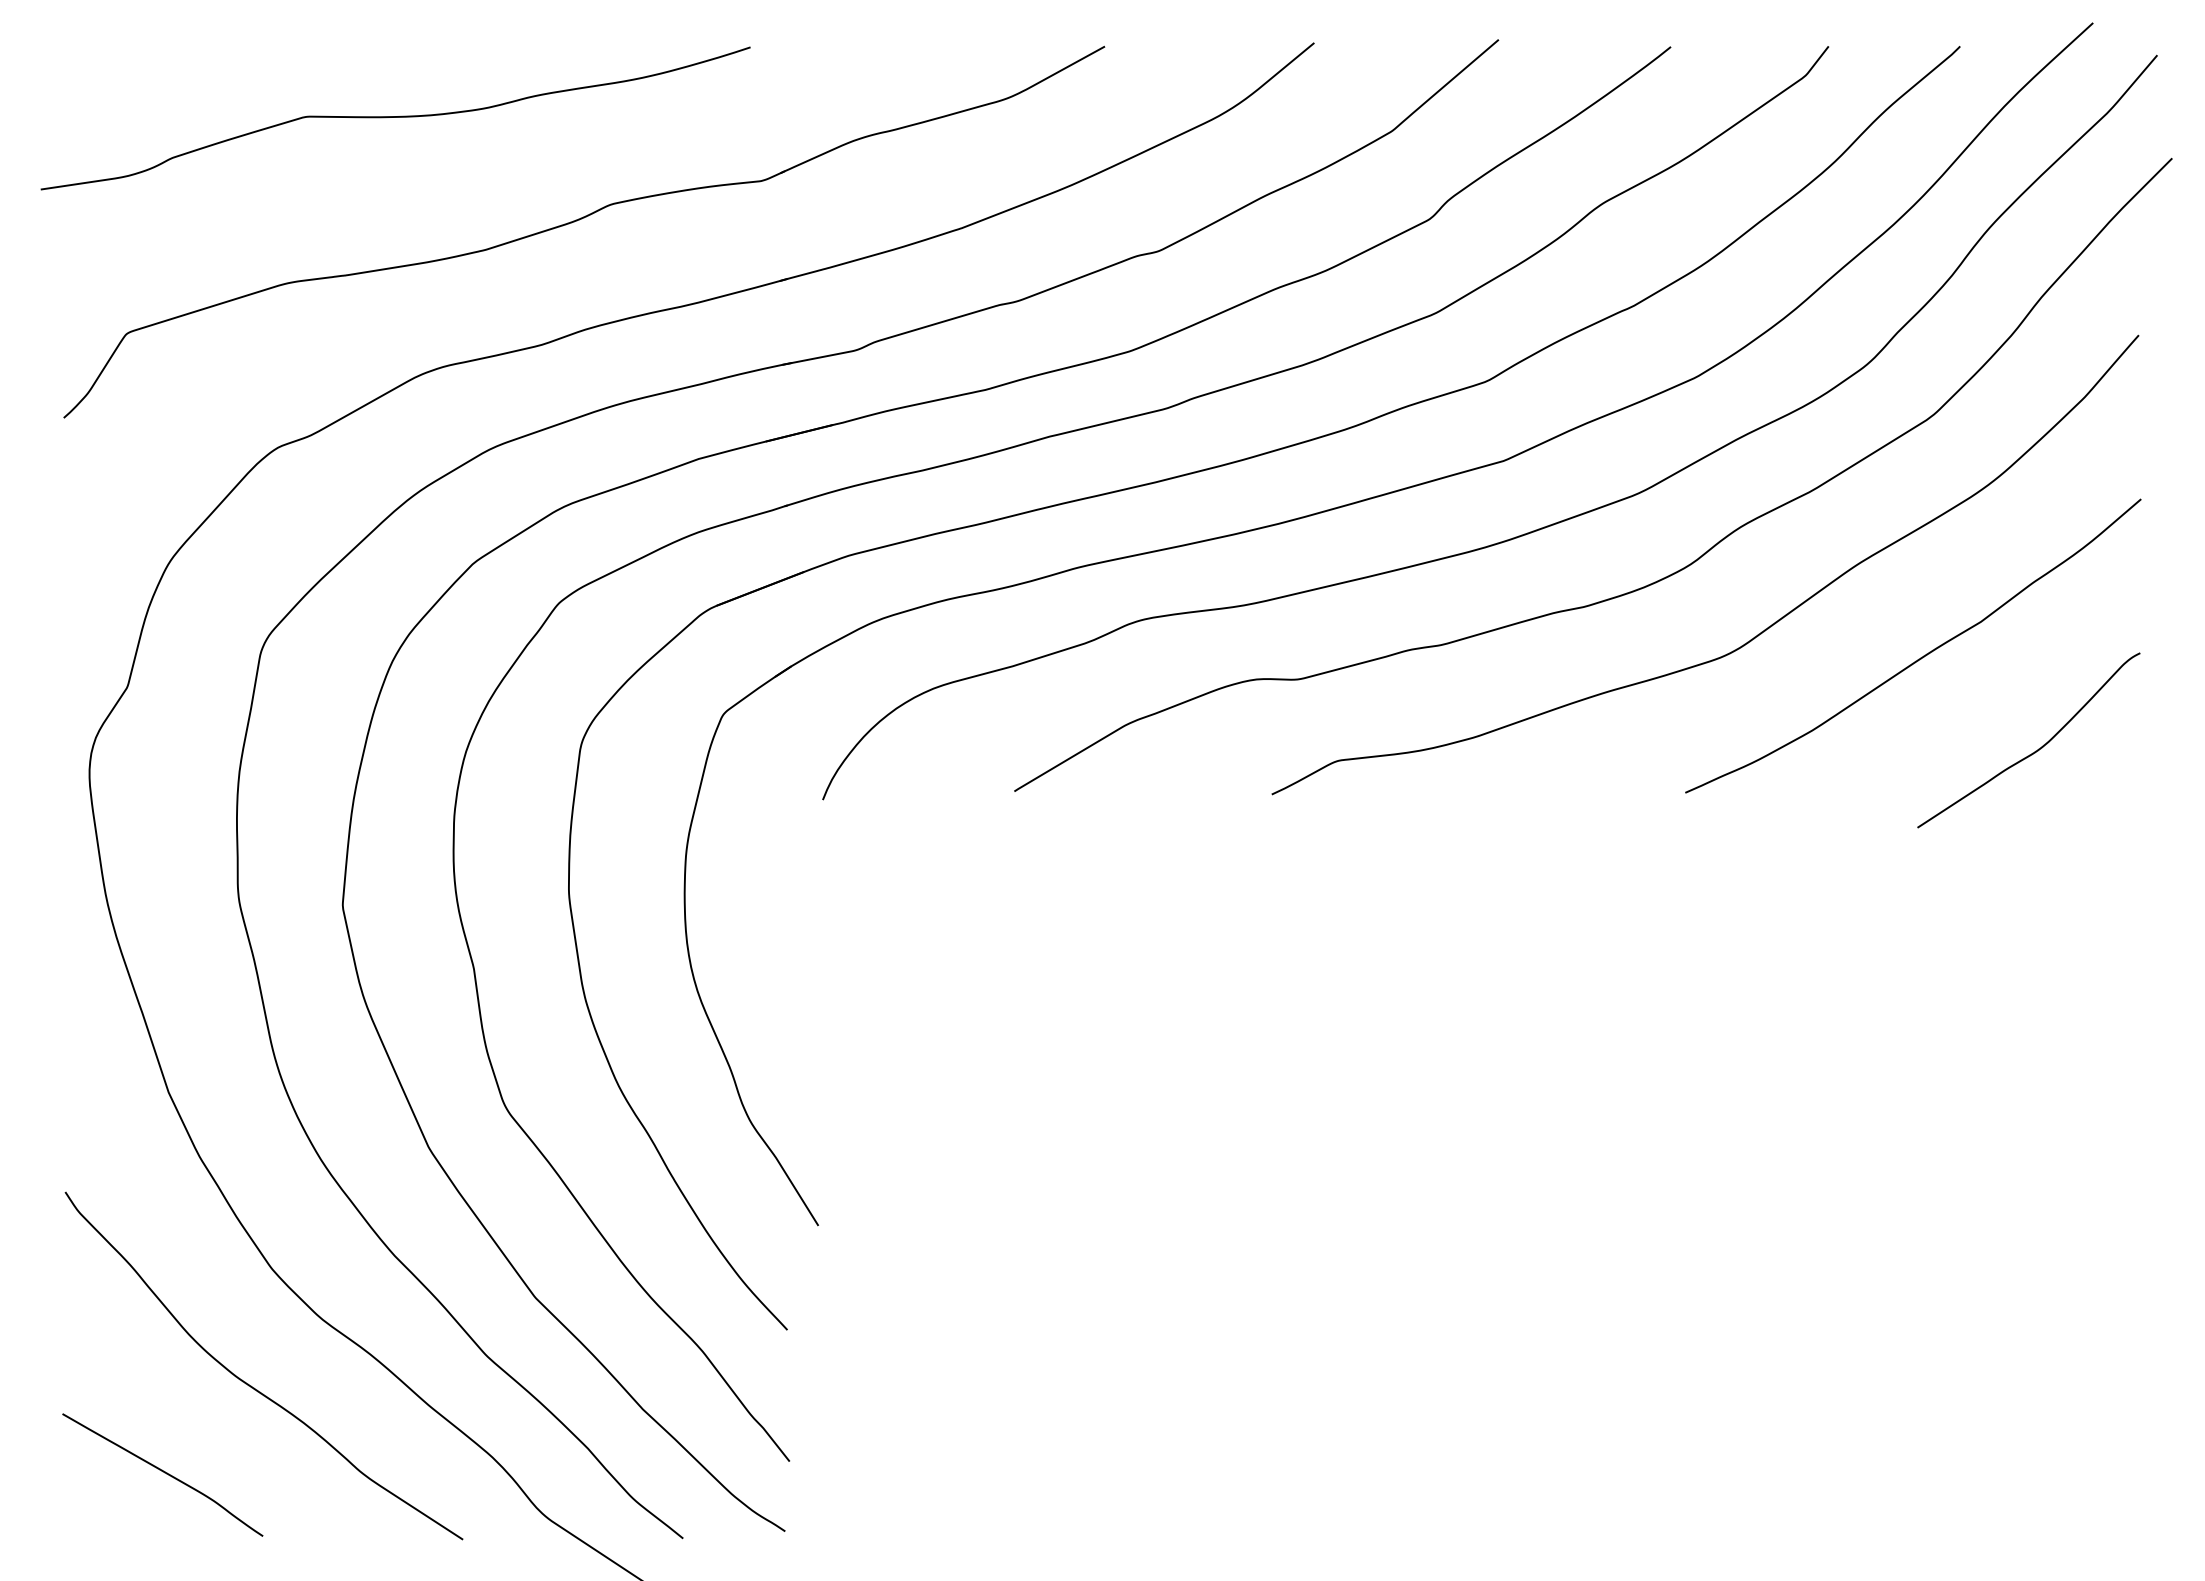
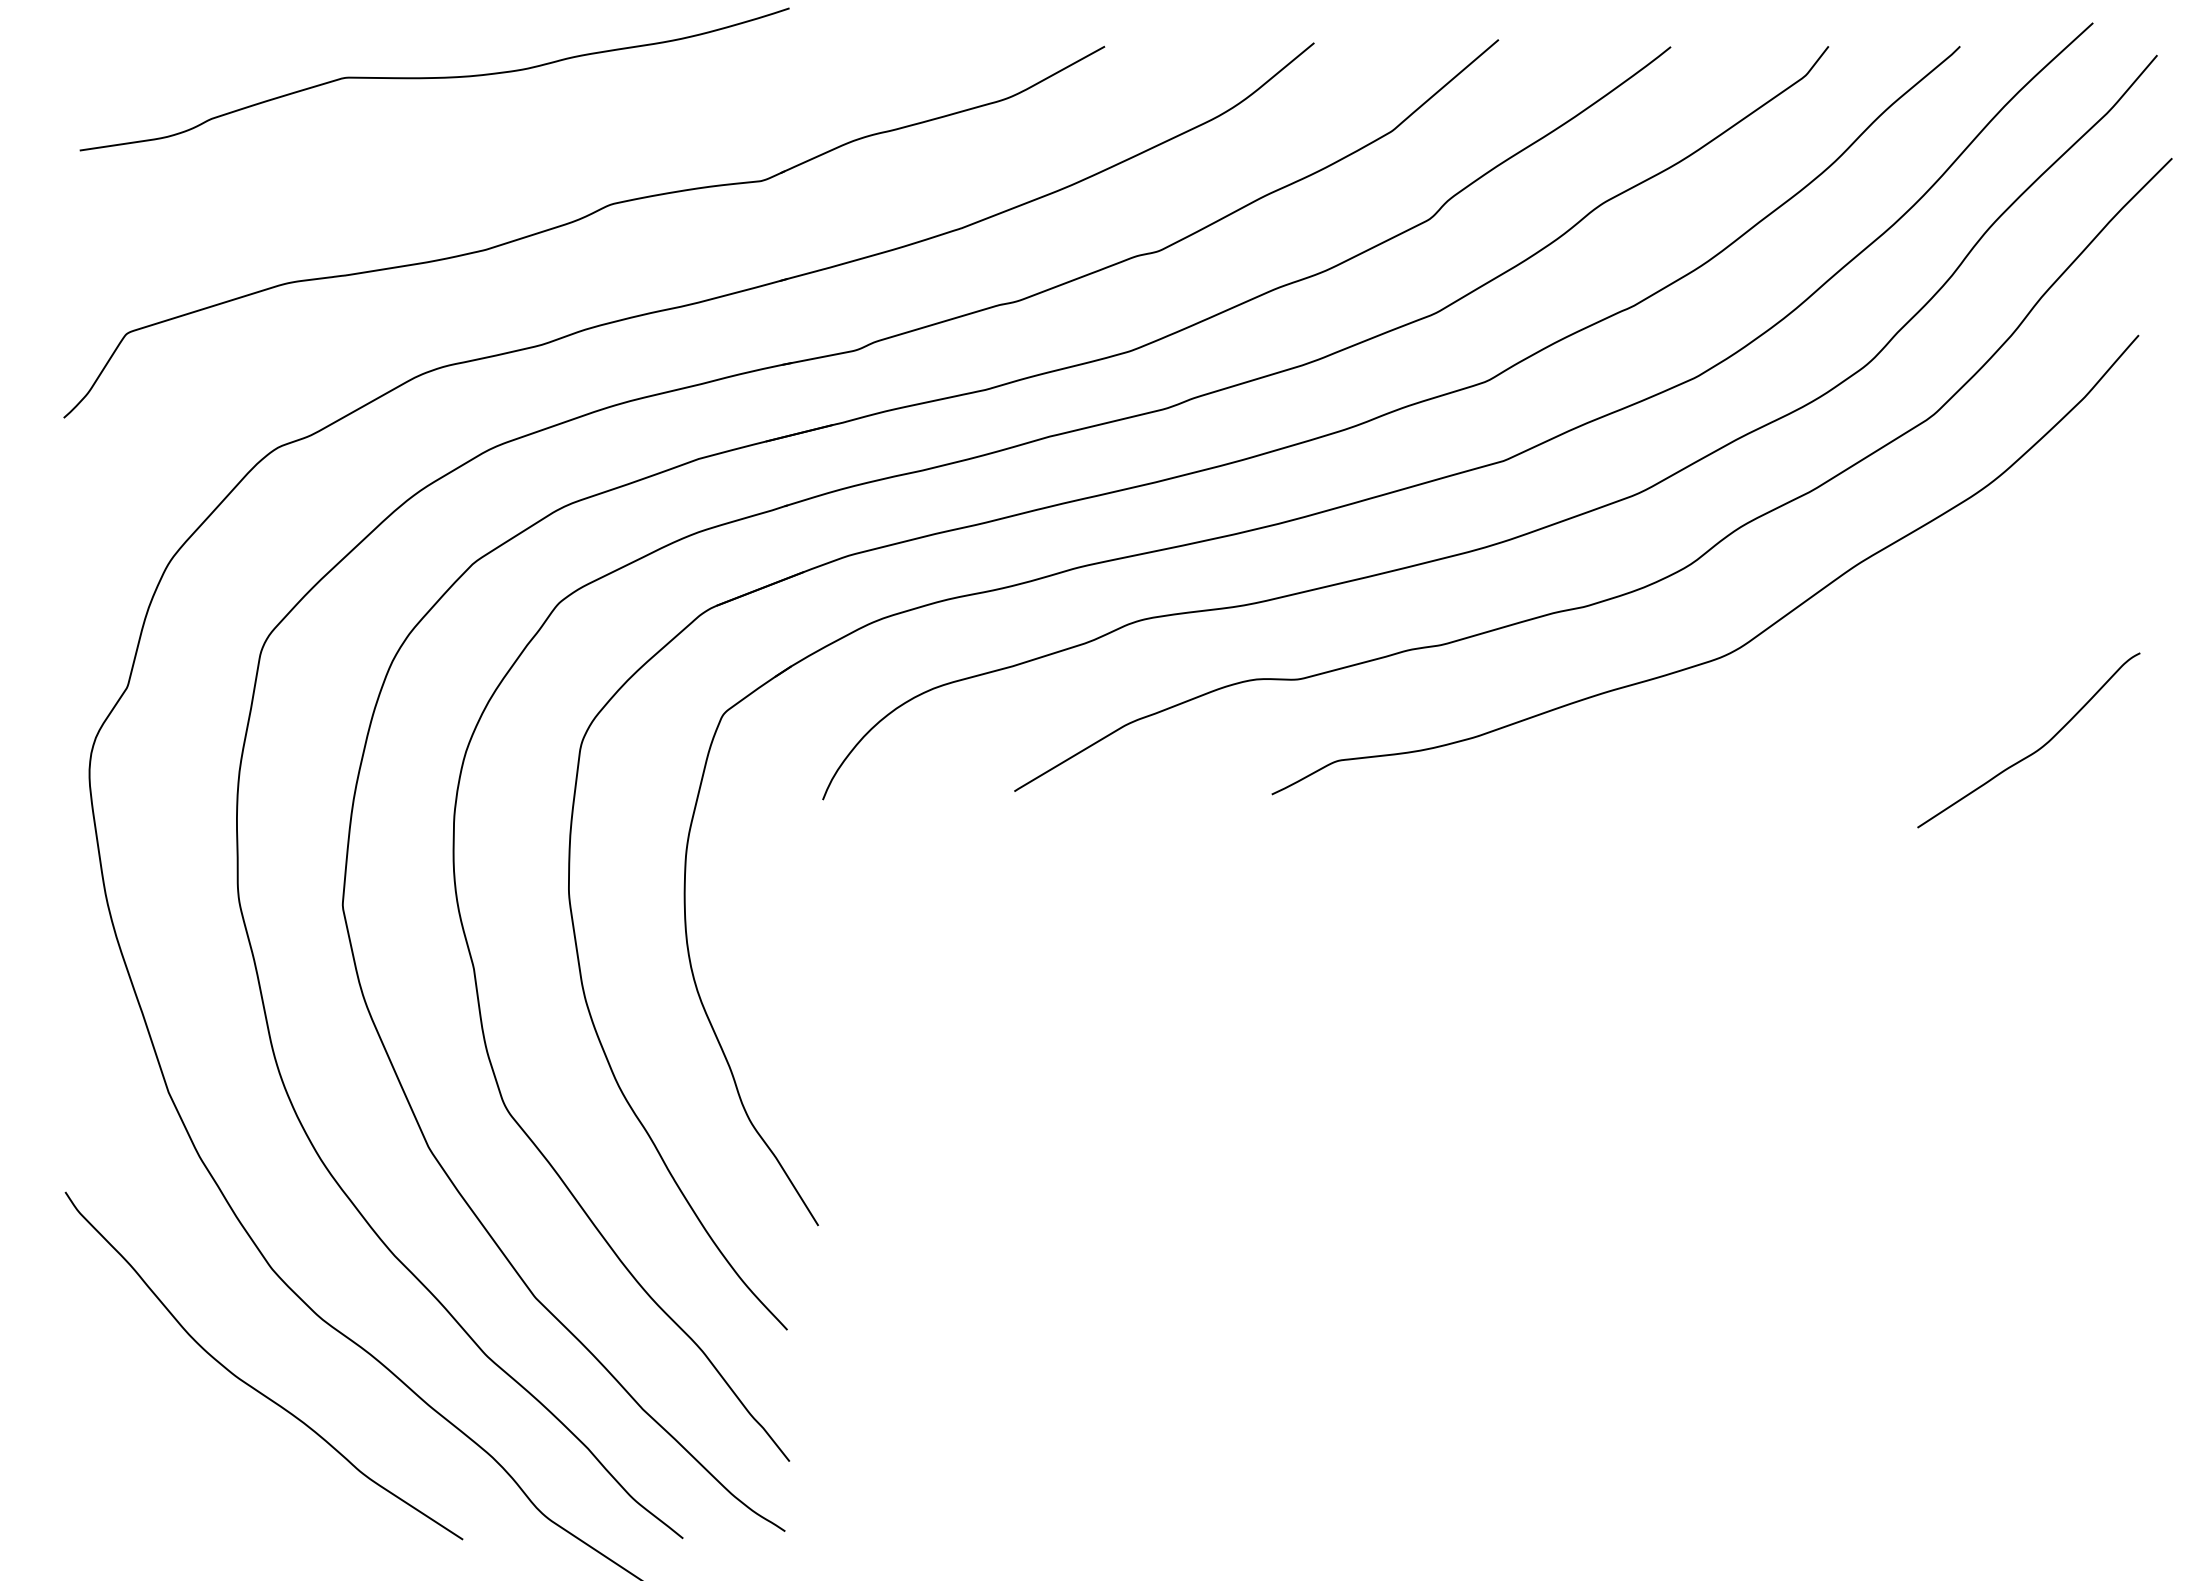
curve at (395, 117) position: (395, 117) -> (434, 78)
curve at (1920, 657): present -> none
curve at (163, 1472): present -> none
